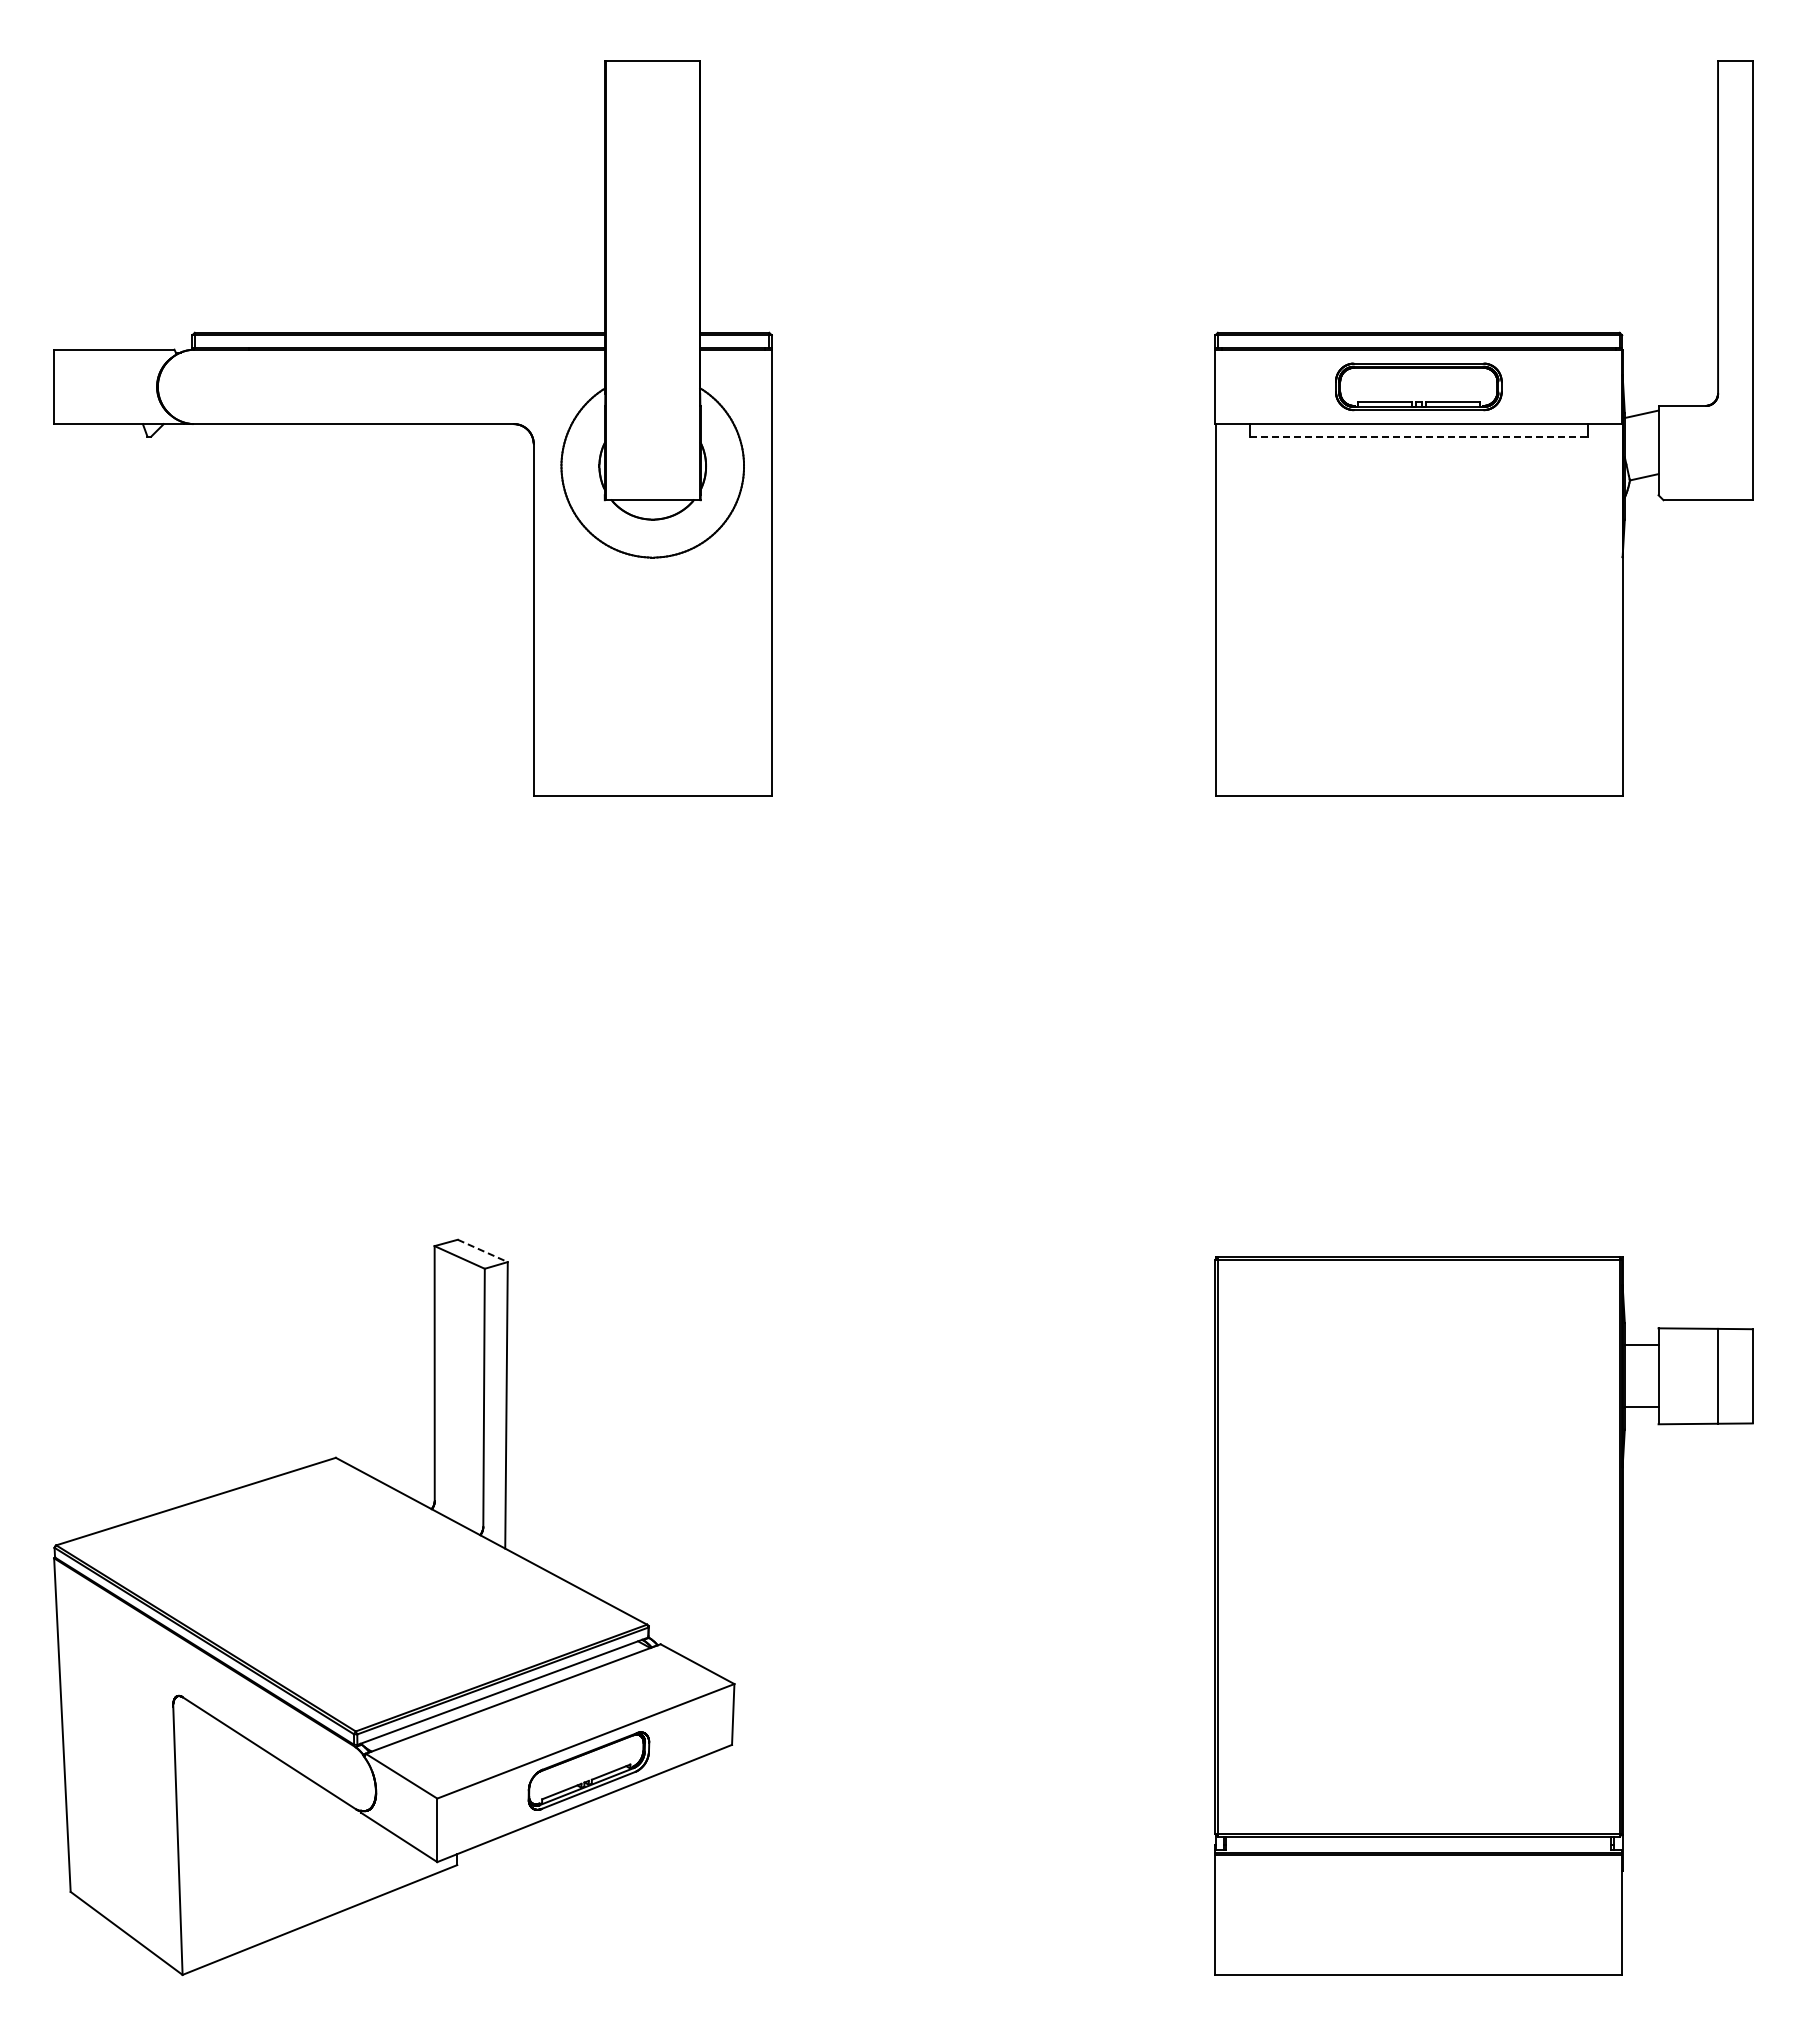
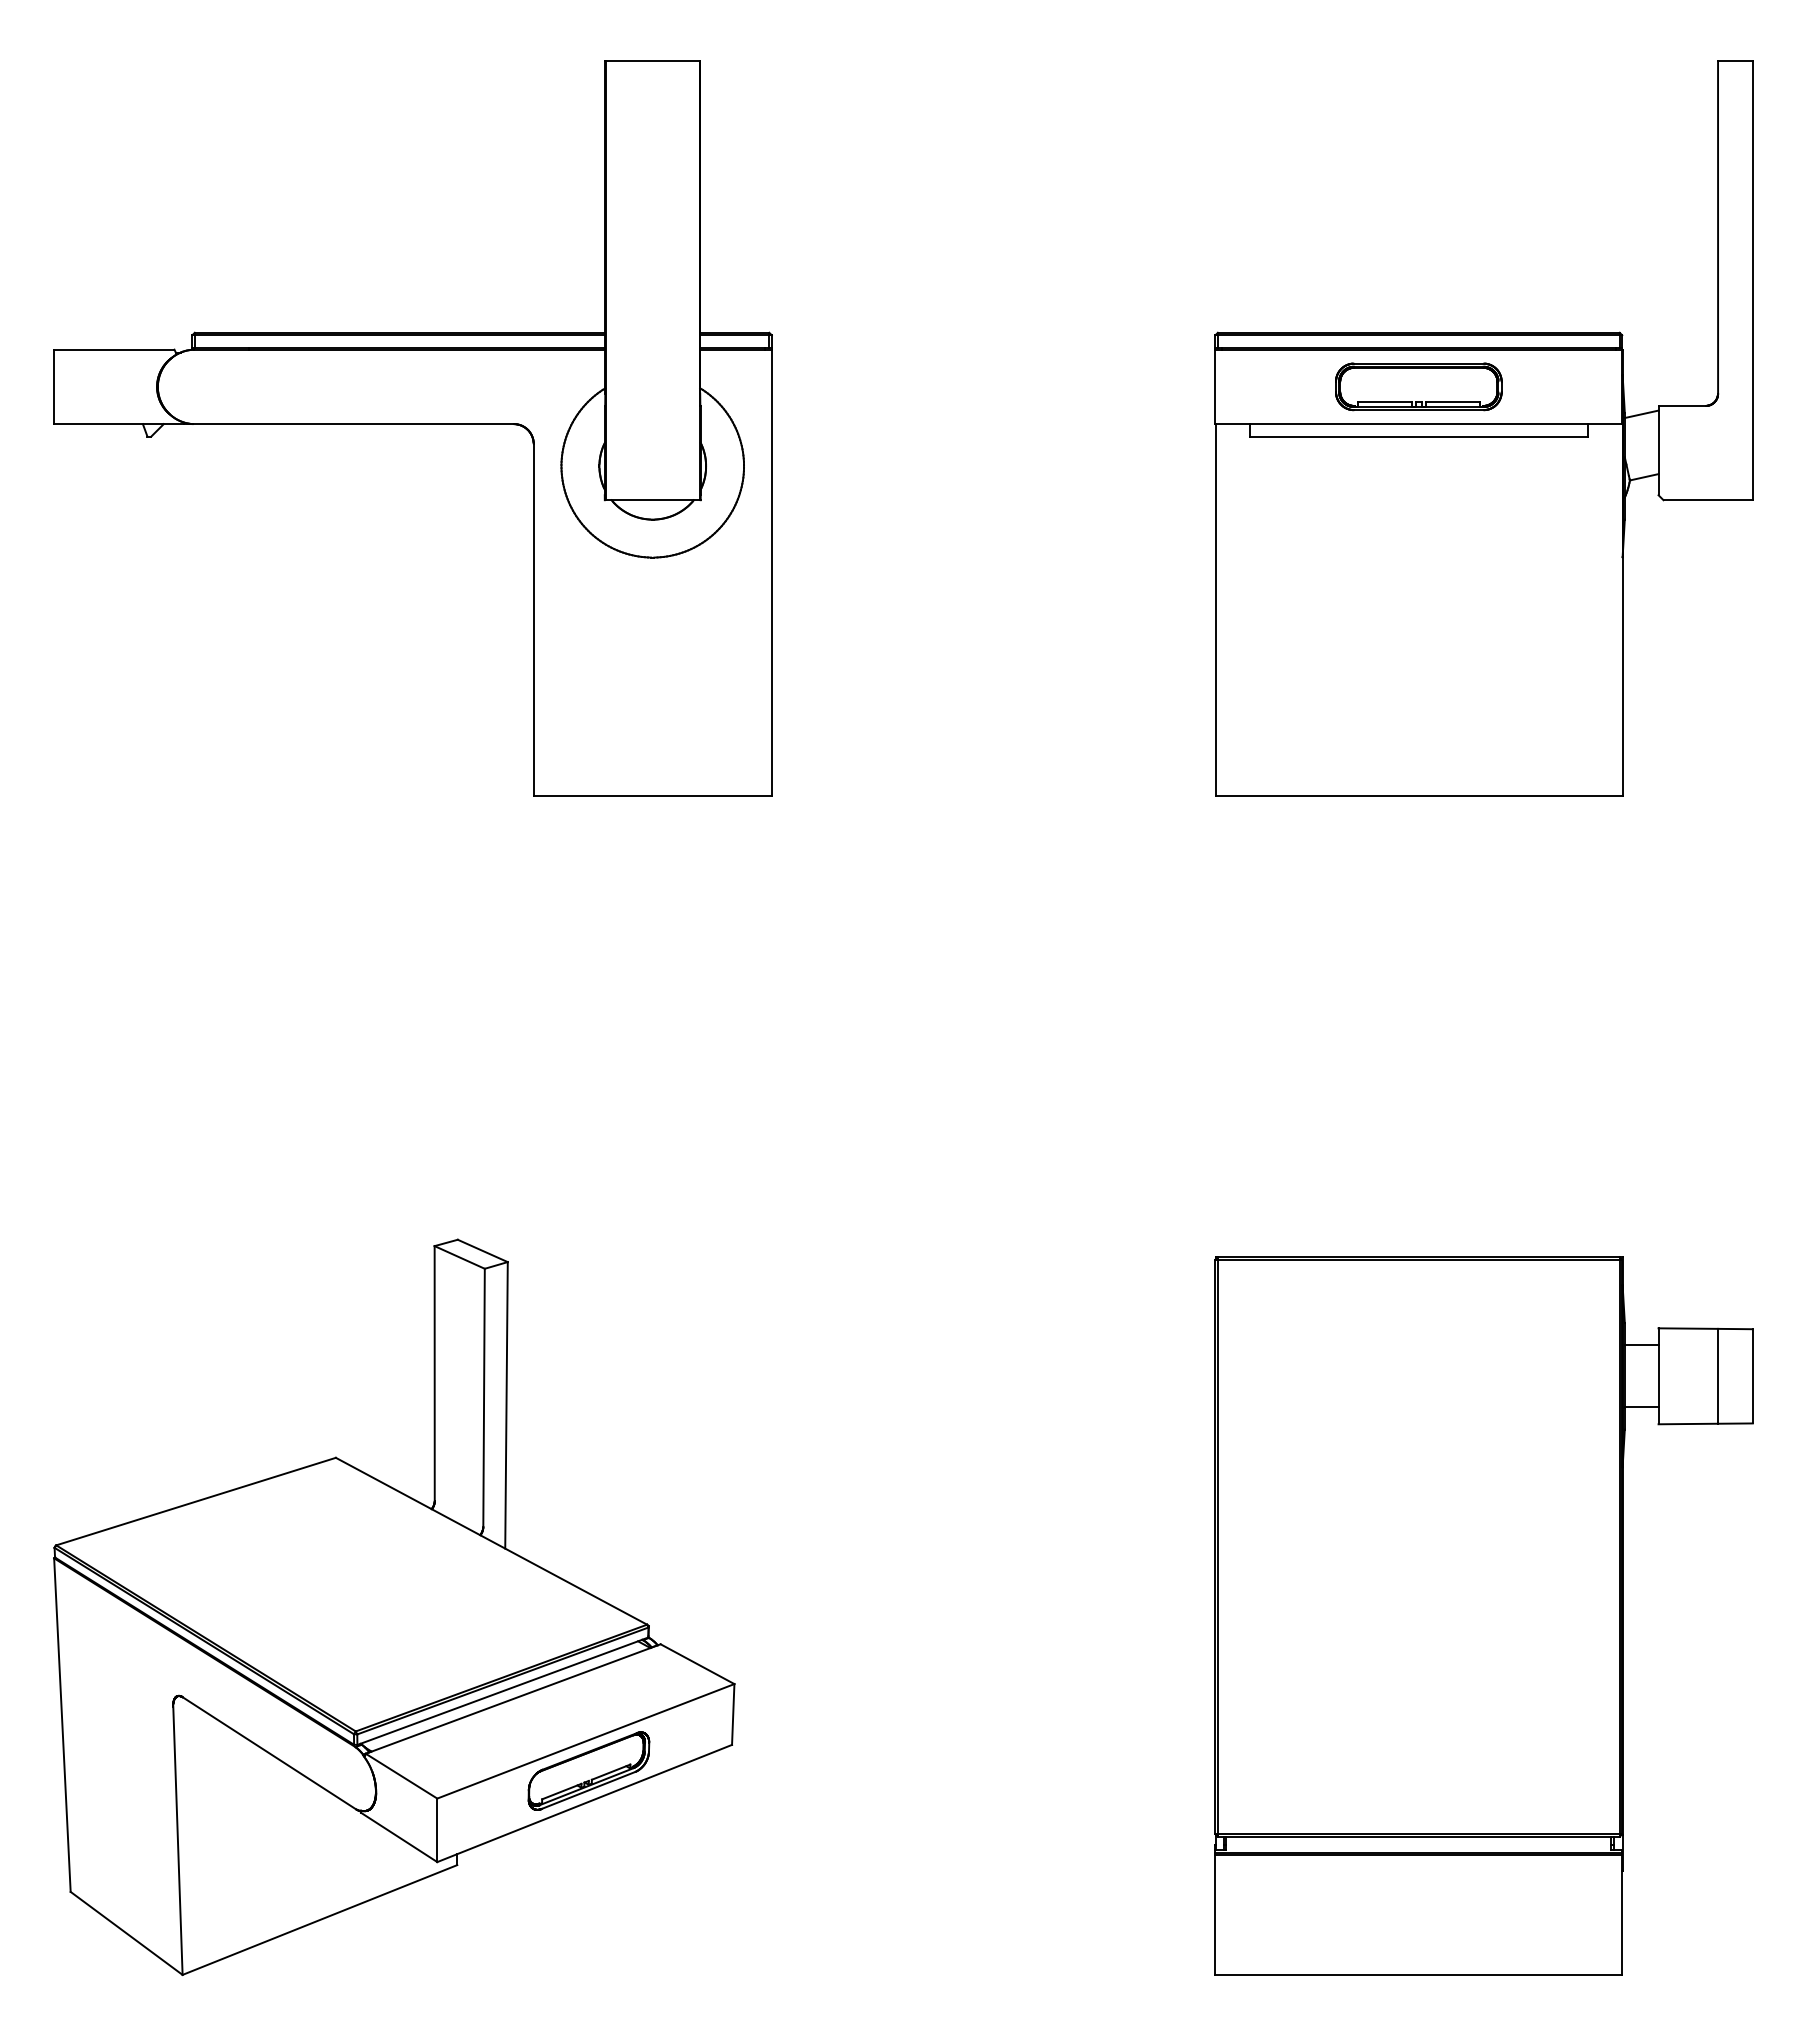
line at (1418, 436): dashed -> solid
line at (483, 1251): dashed -> solid
